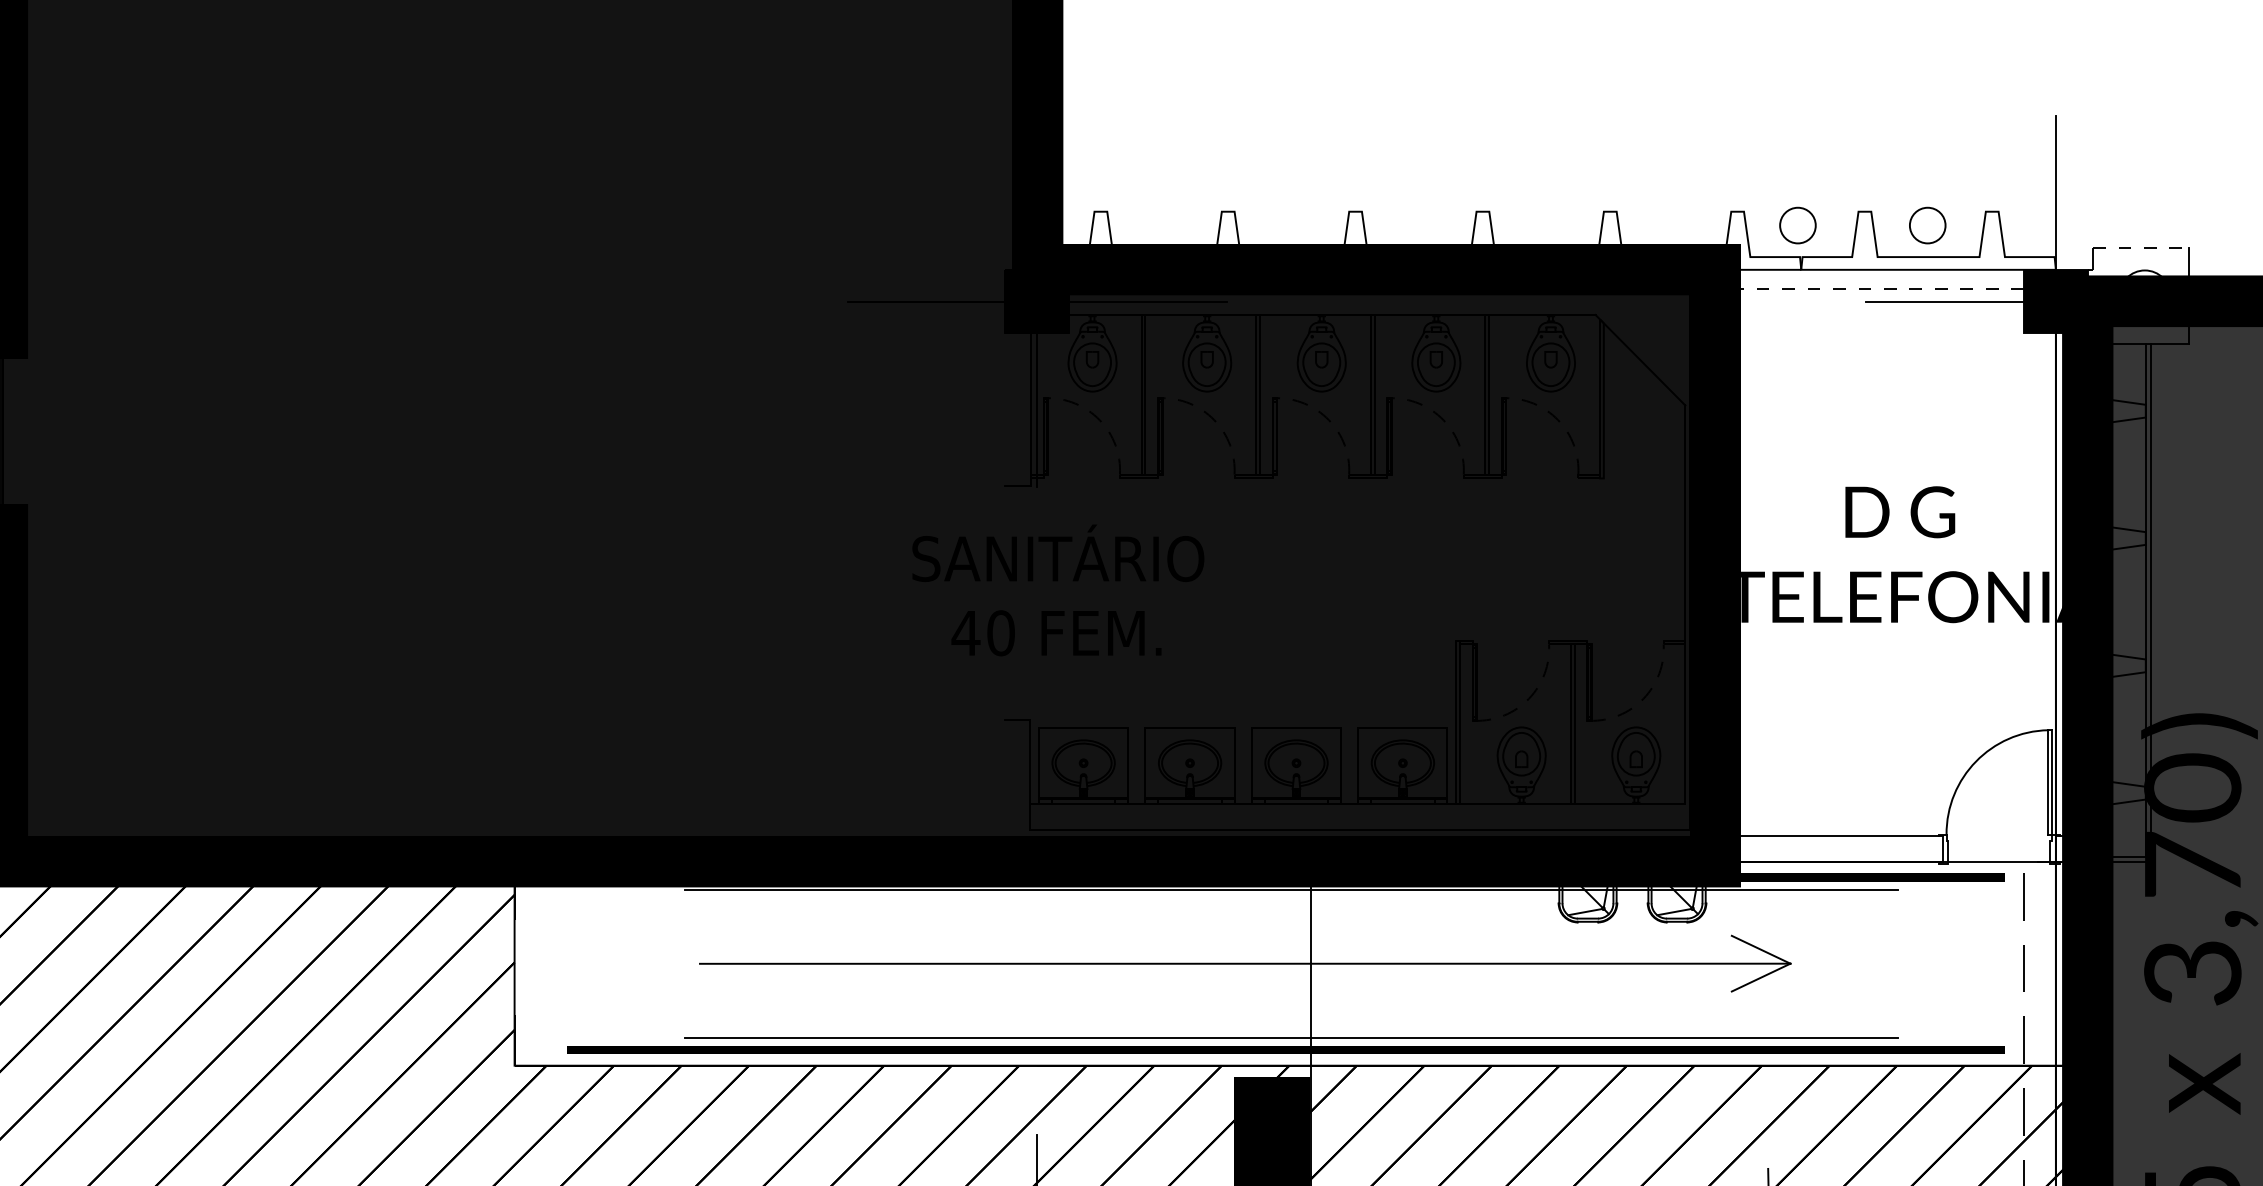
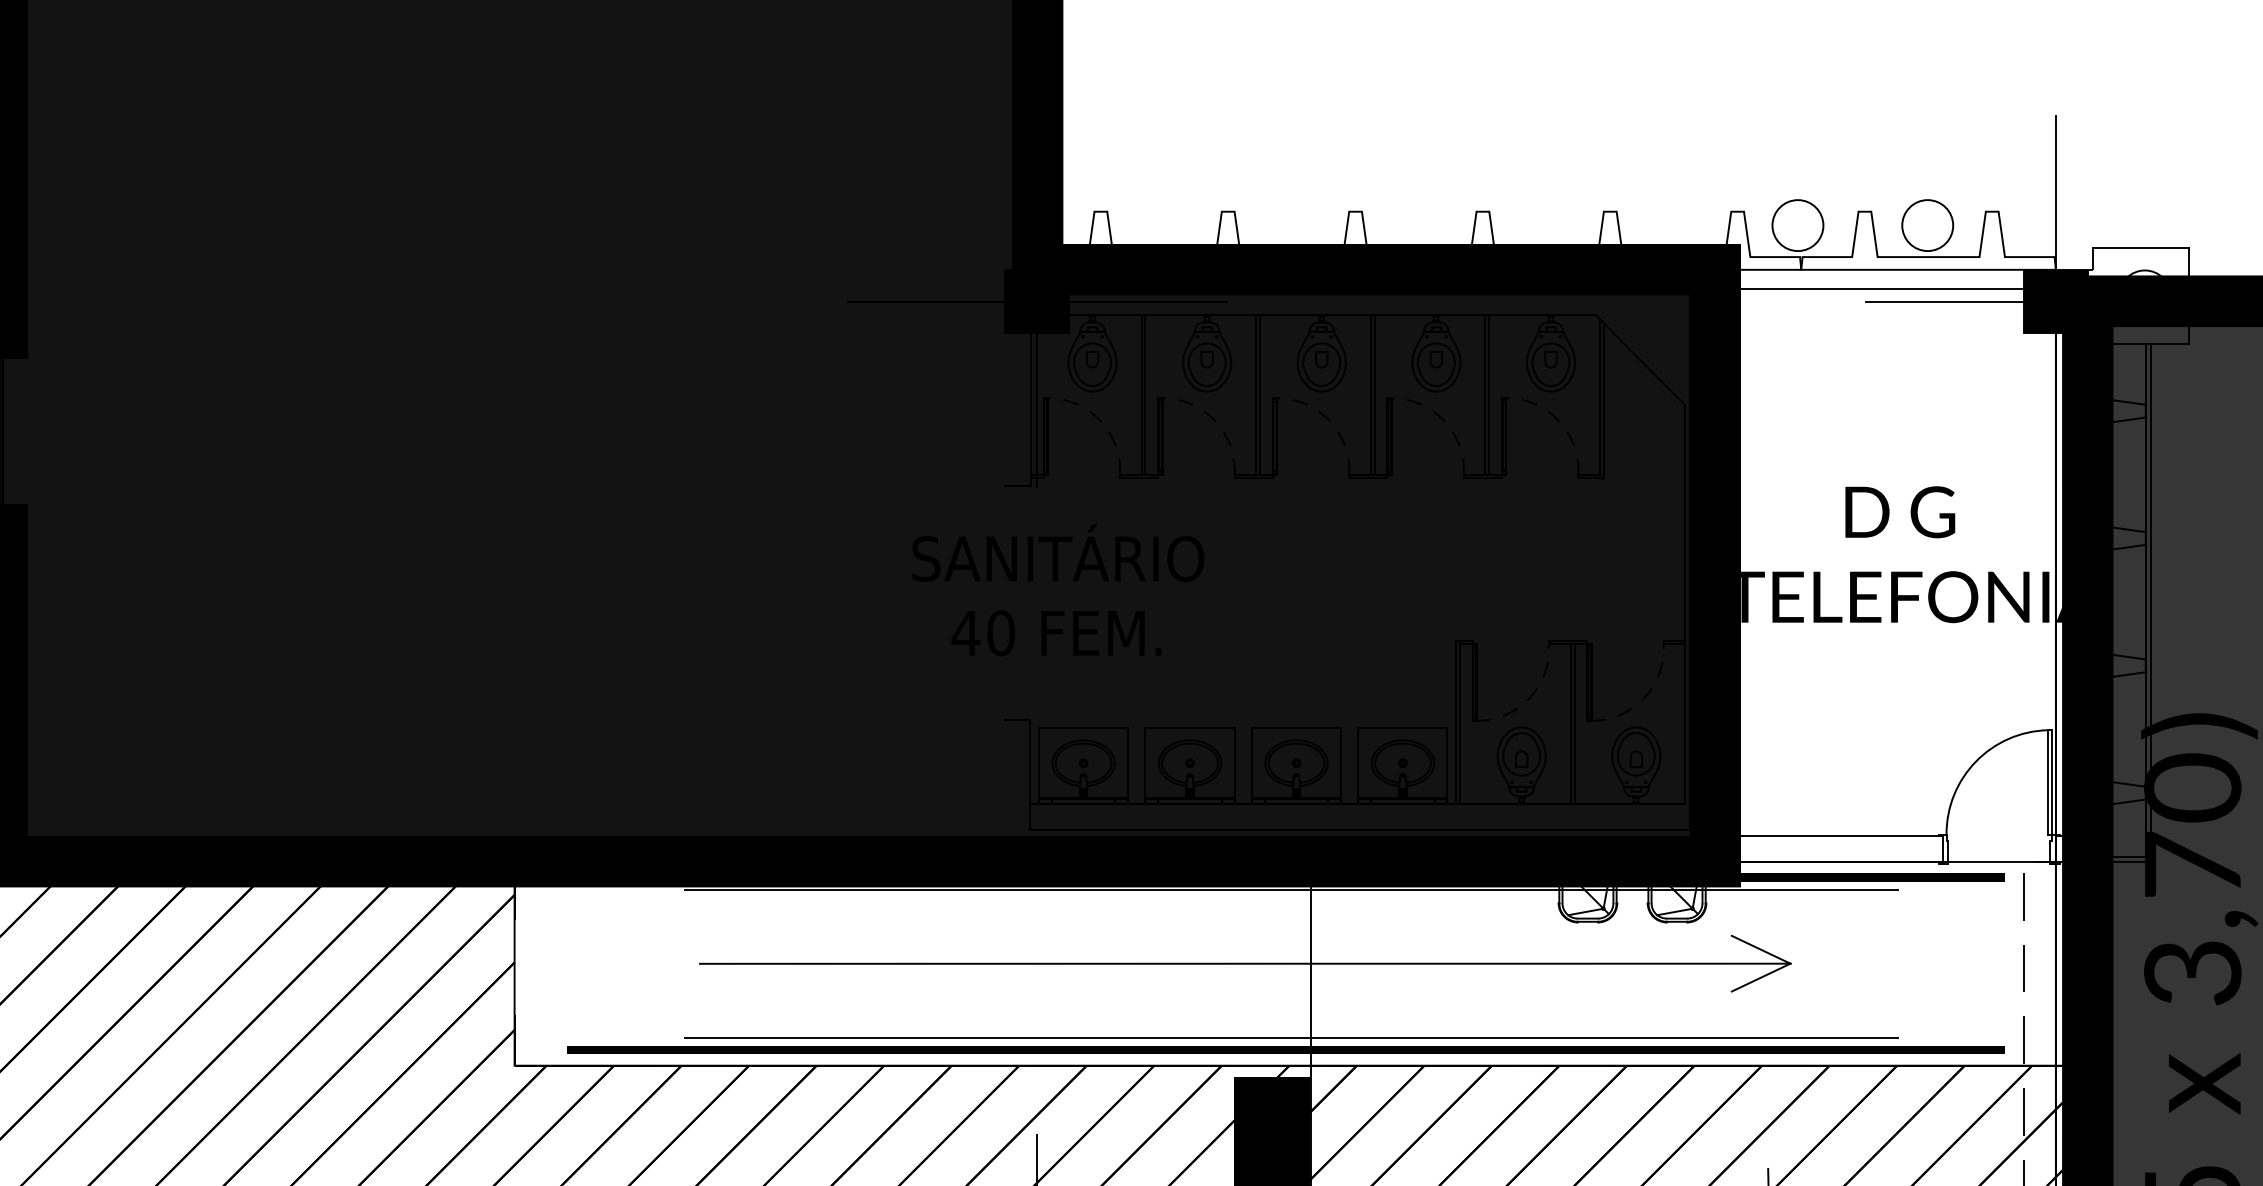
circle at (1797, 225) diameter: 36 px -> 51 px
circle at (1927, 225) diameter: 36 px -> 51 px
line at (2141, 248): dashed -> solid
line at (1869, 288): dashed -> solid
